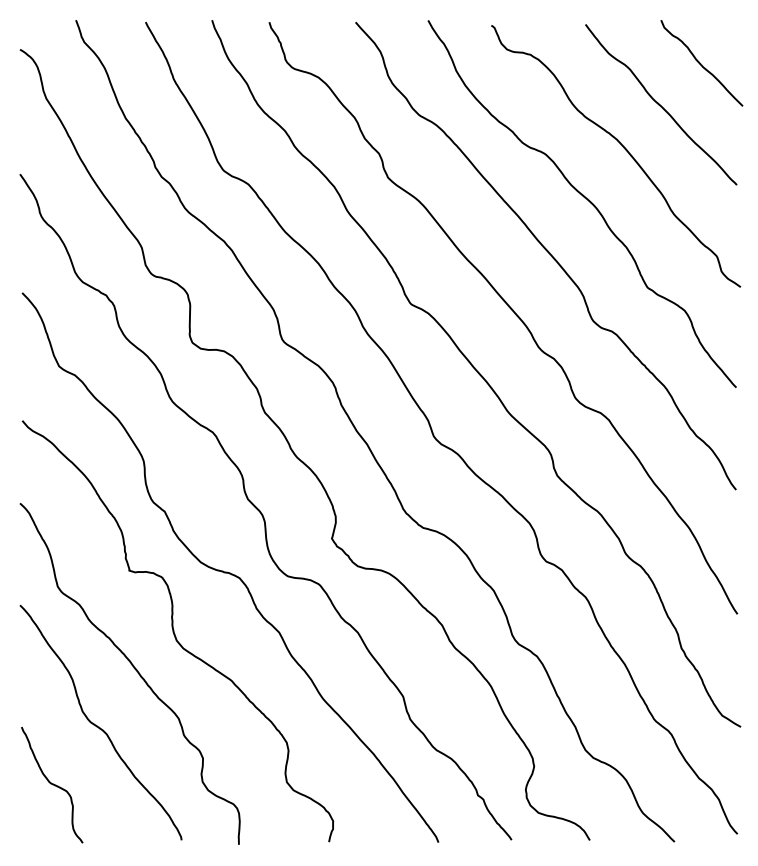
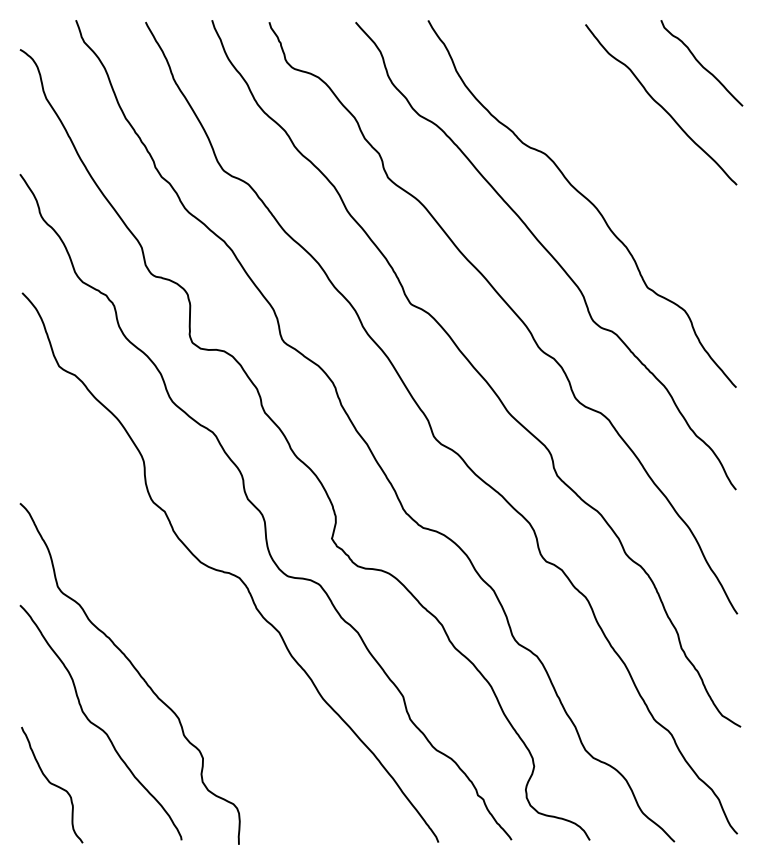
curve at (623, 148): present -> none
curve at (175, 633): present -> none
